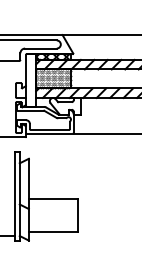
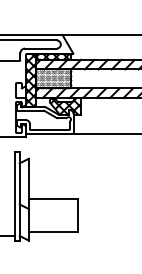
hatch at (31, 80): none -> present
hatch at (65, 105): none -> present
